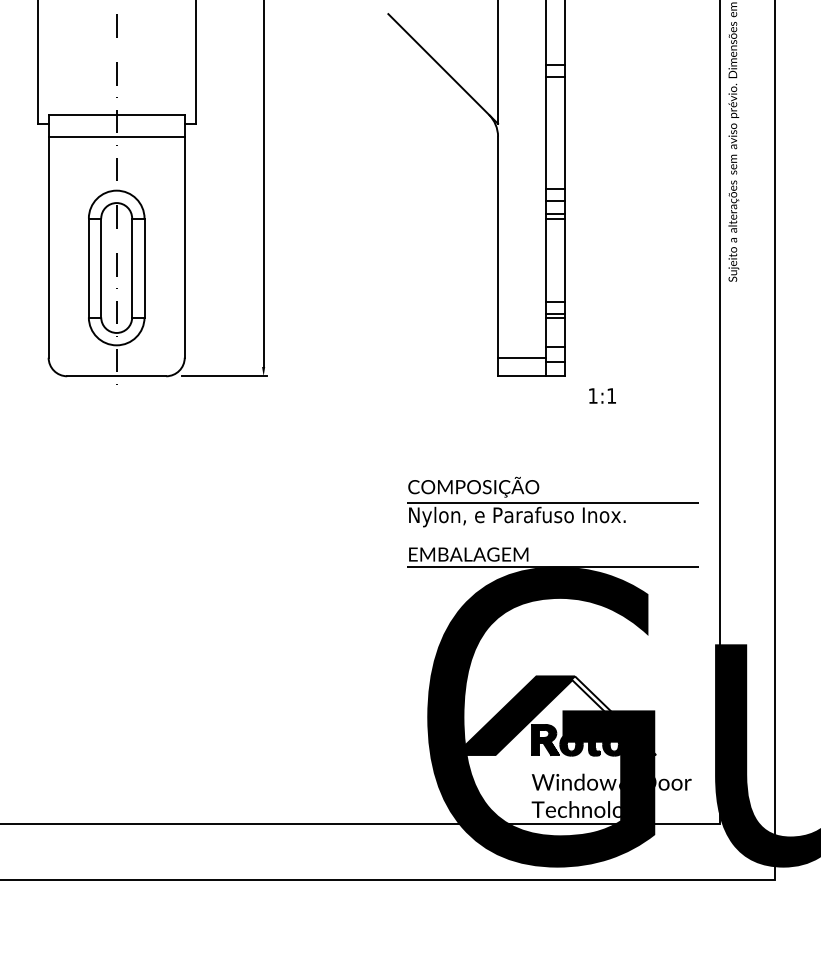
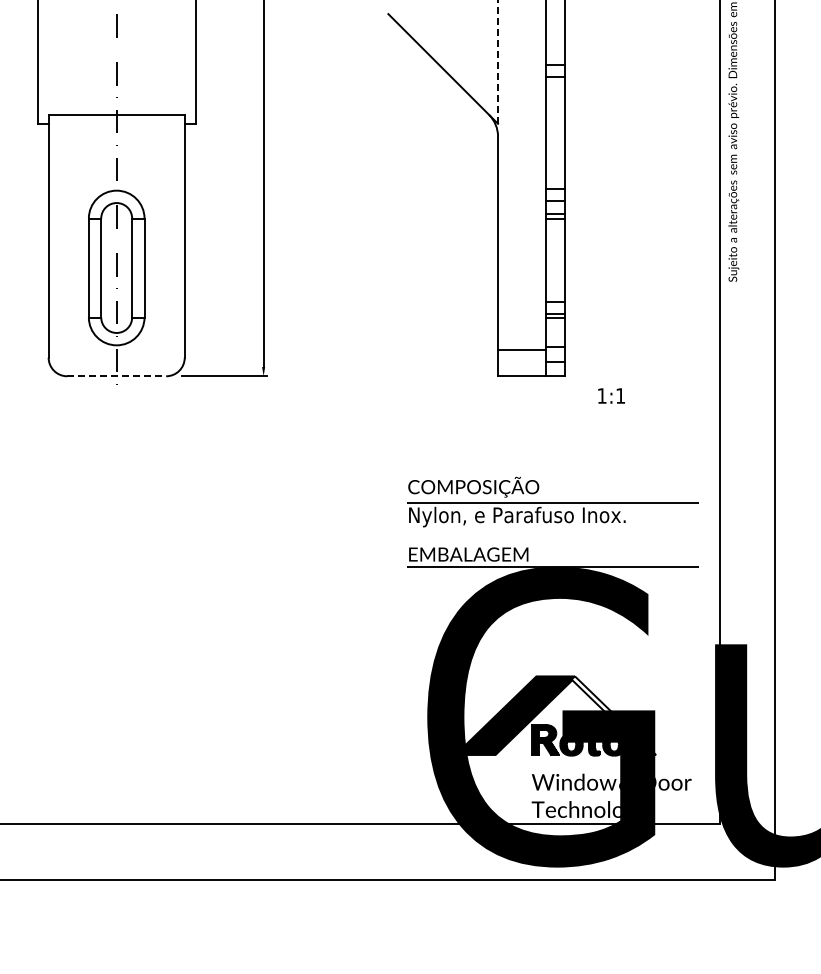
line at (498, 61): solid -> dashed
line at (116, 136): present -> none
line at (522, 357) position: (522, 357) -> (522, 349)
line at (117, 376): solid -> dashed
text at (602, 395) position: (602, 395) -> (611, 395)
